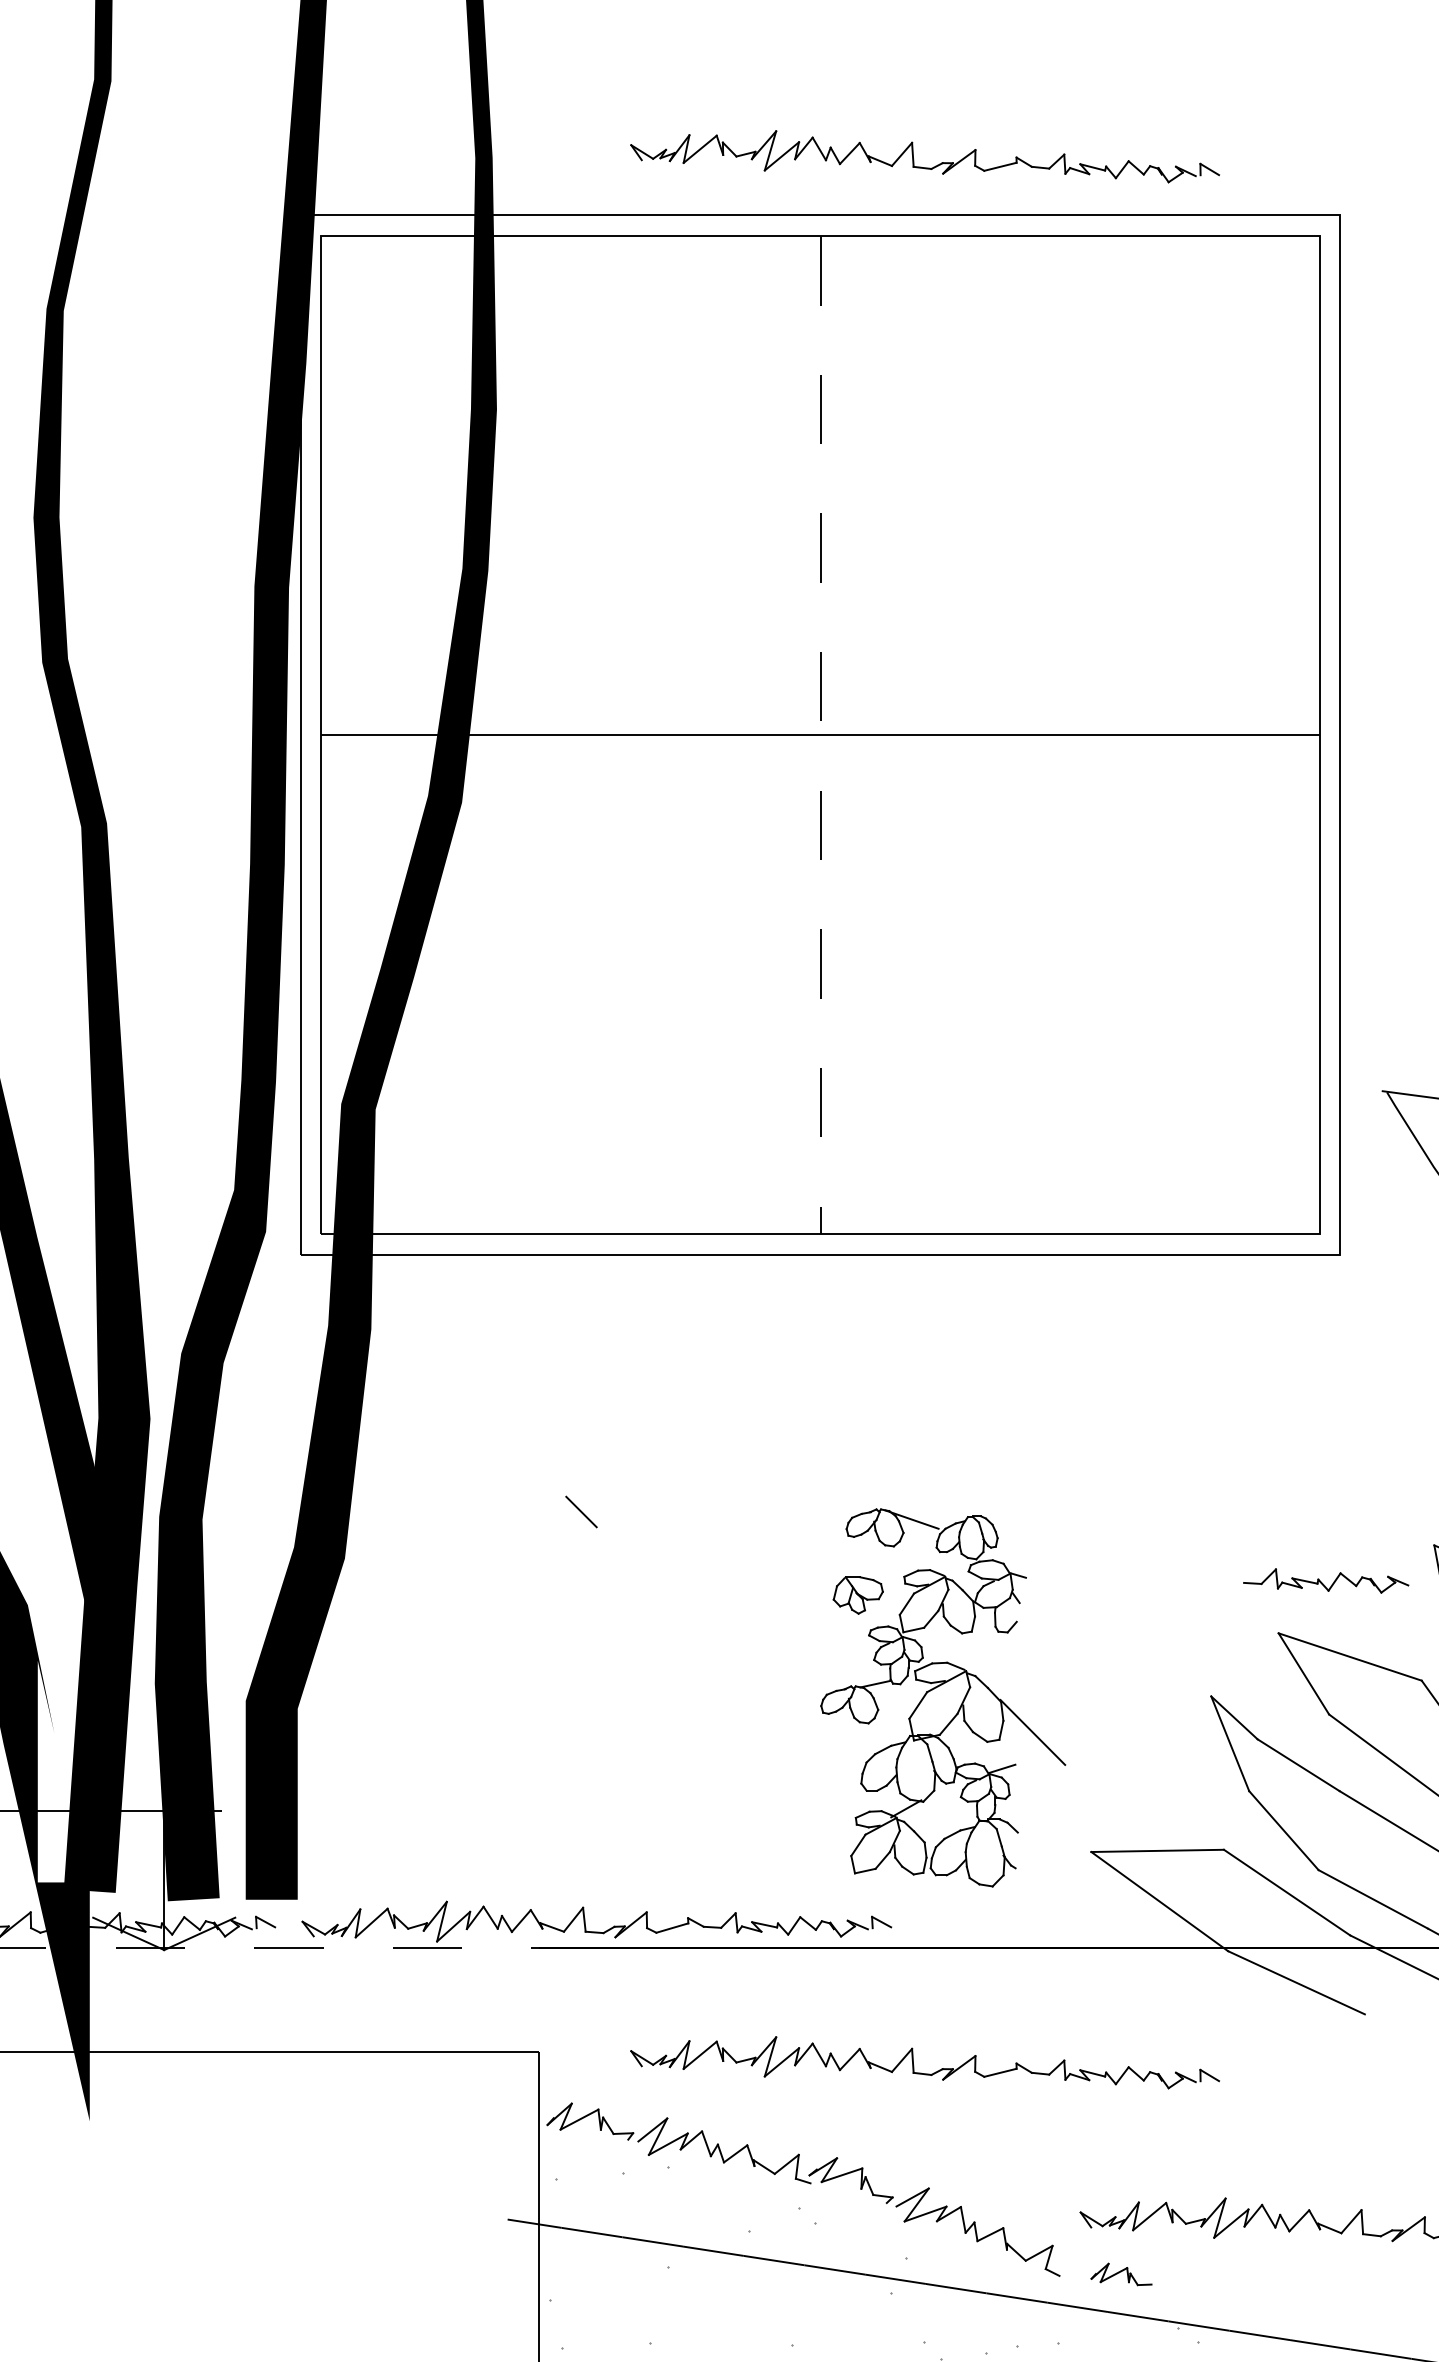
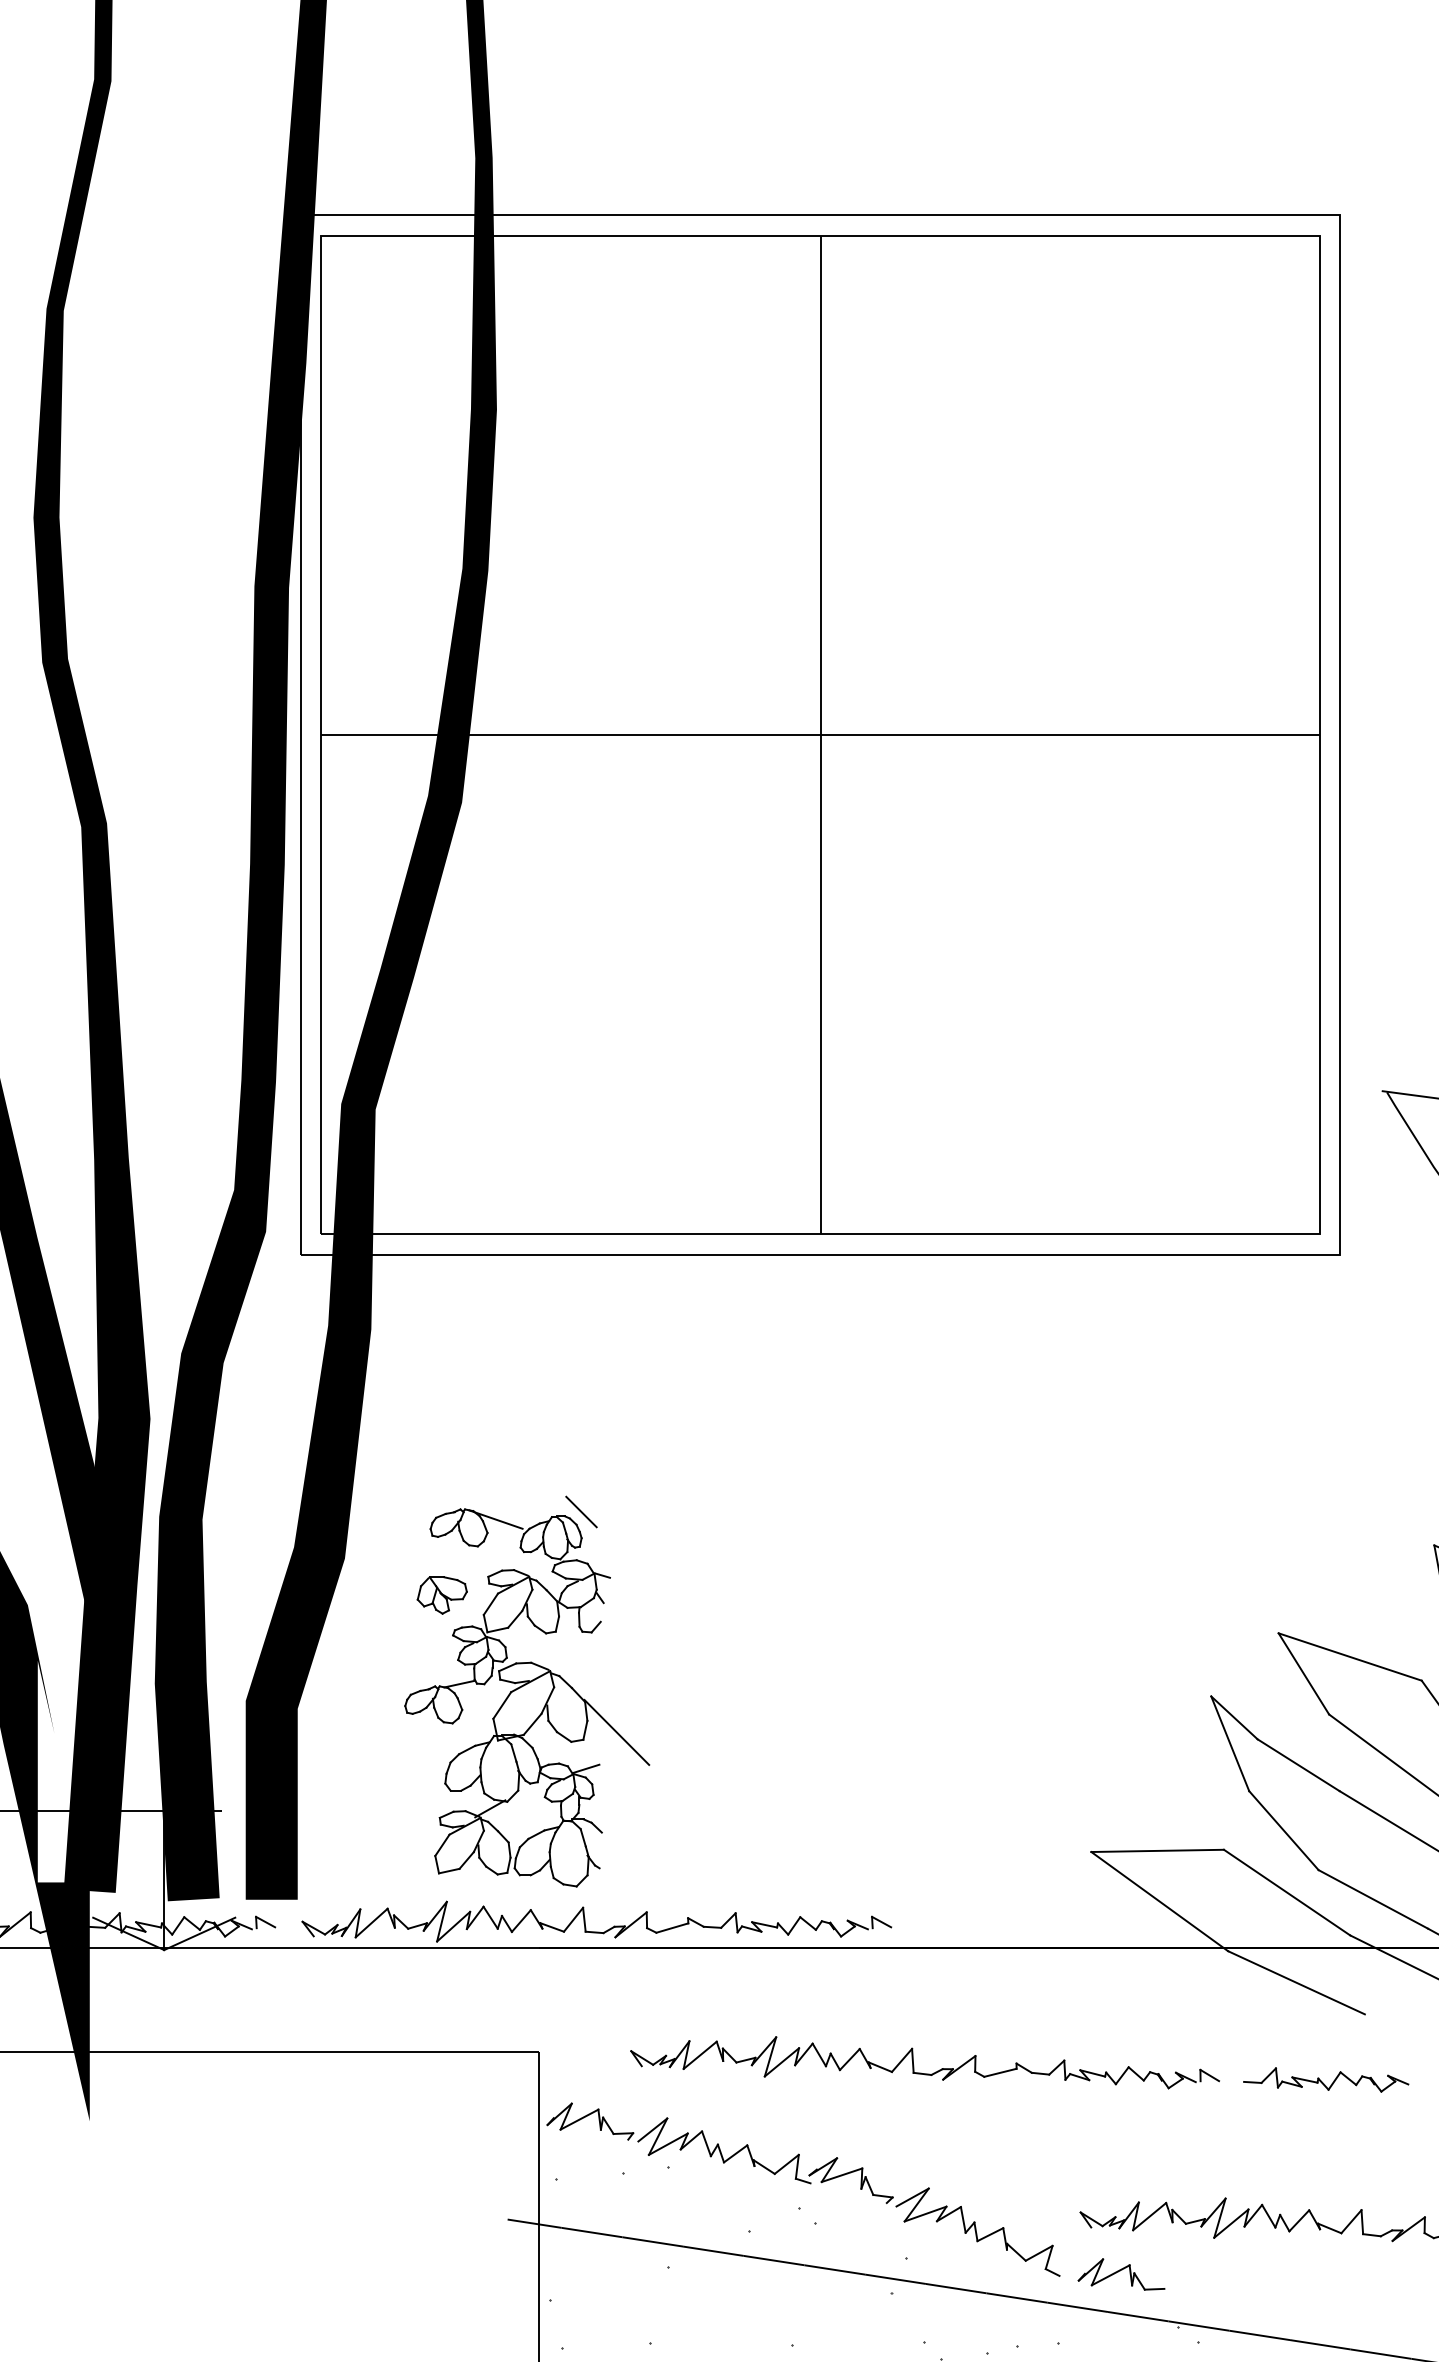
part at (914, 159): present -> none
line at (820, 735): dashed -> solid
part at (1326, 1580) position: (1326, 1580) -> (1326, 2079)
part at (943, 1697) position: (943, 1697) -> (527, 1697)
line at (270, 1948): dashed -> solid
hatch at (873, 2262): none -> present
part at (1121, 2274) size: 63x25 px -> 89x33 px
